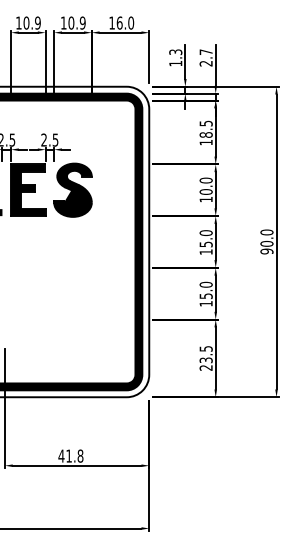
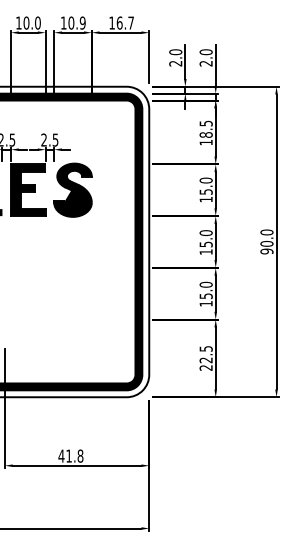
text at (37, 22): 10.9 -> 10.0
text at (131, 22): 16.0 -> 16.7
text at (205, 52): 2.7 -> 2.0
text at (175, 57): 1.3 -> 2.0
text at (205, 191): 10.0 -> 15.0
text at (206, 360): 23.5 -> 22.5
